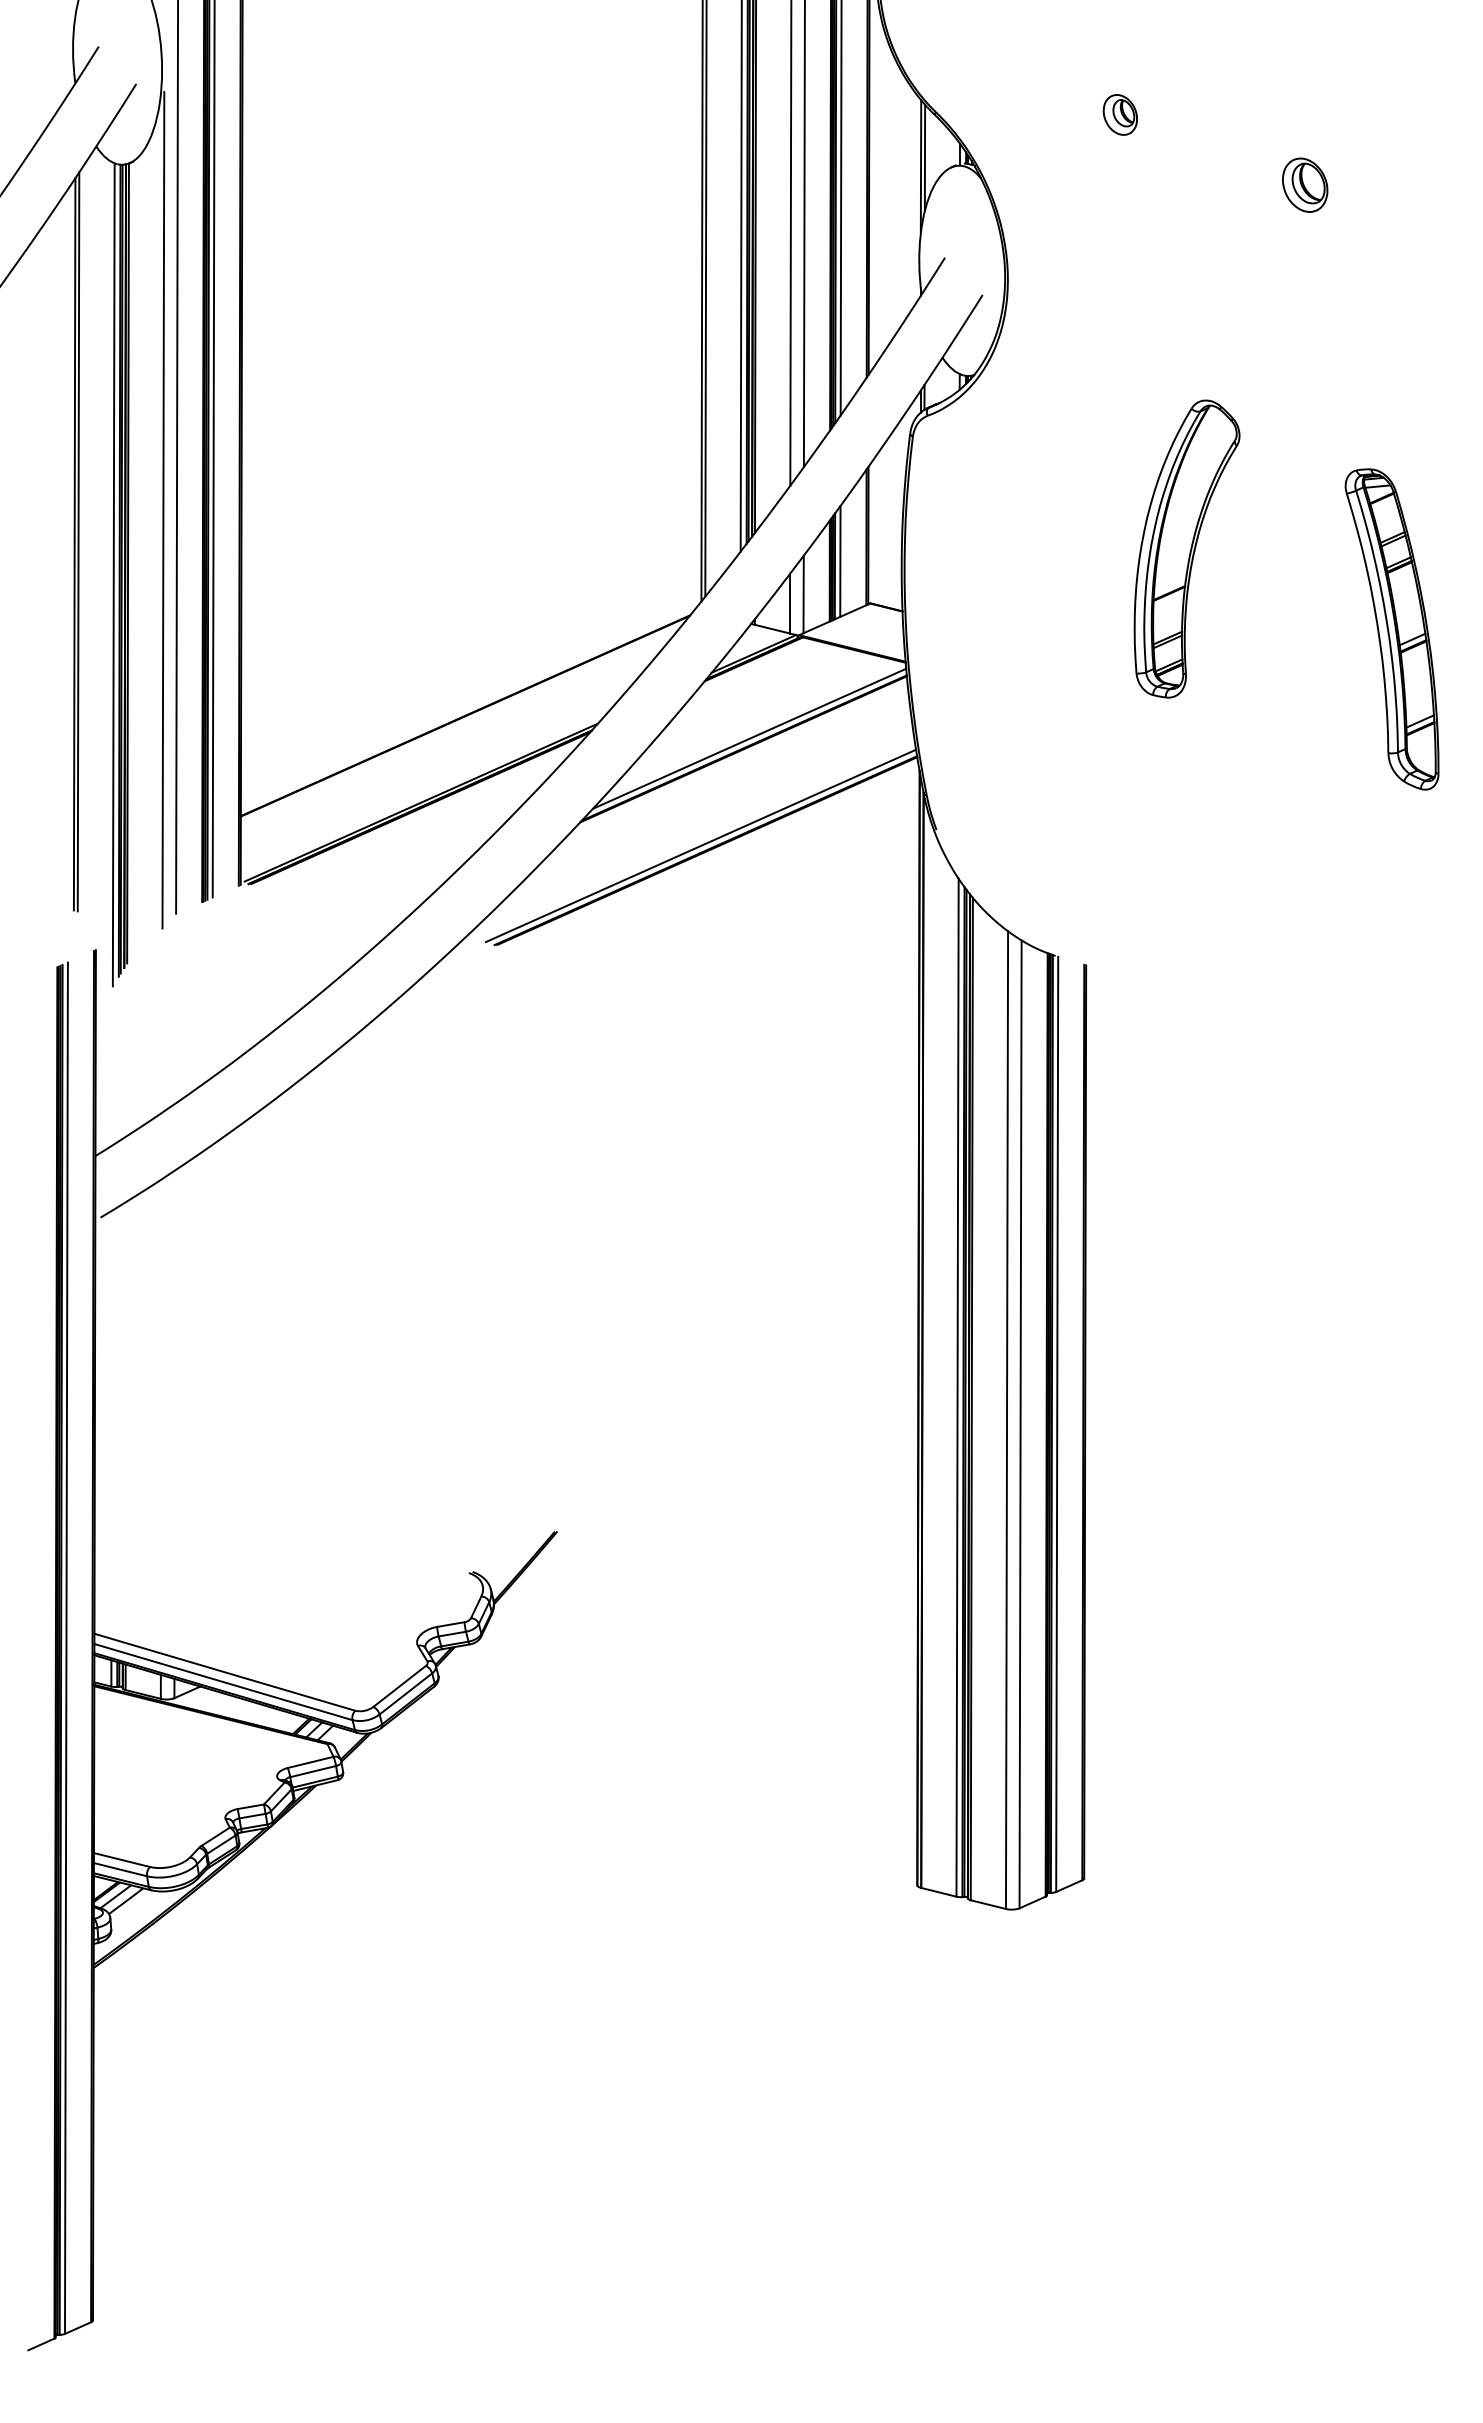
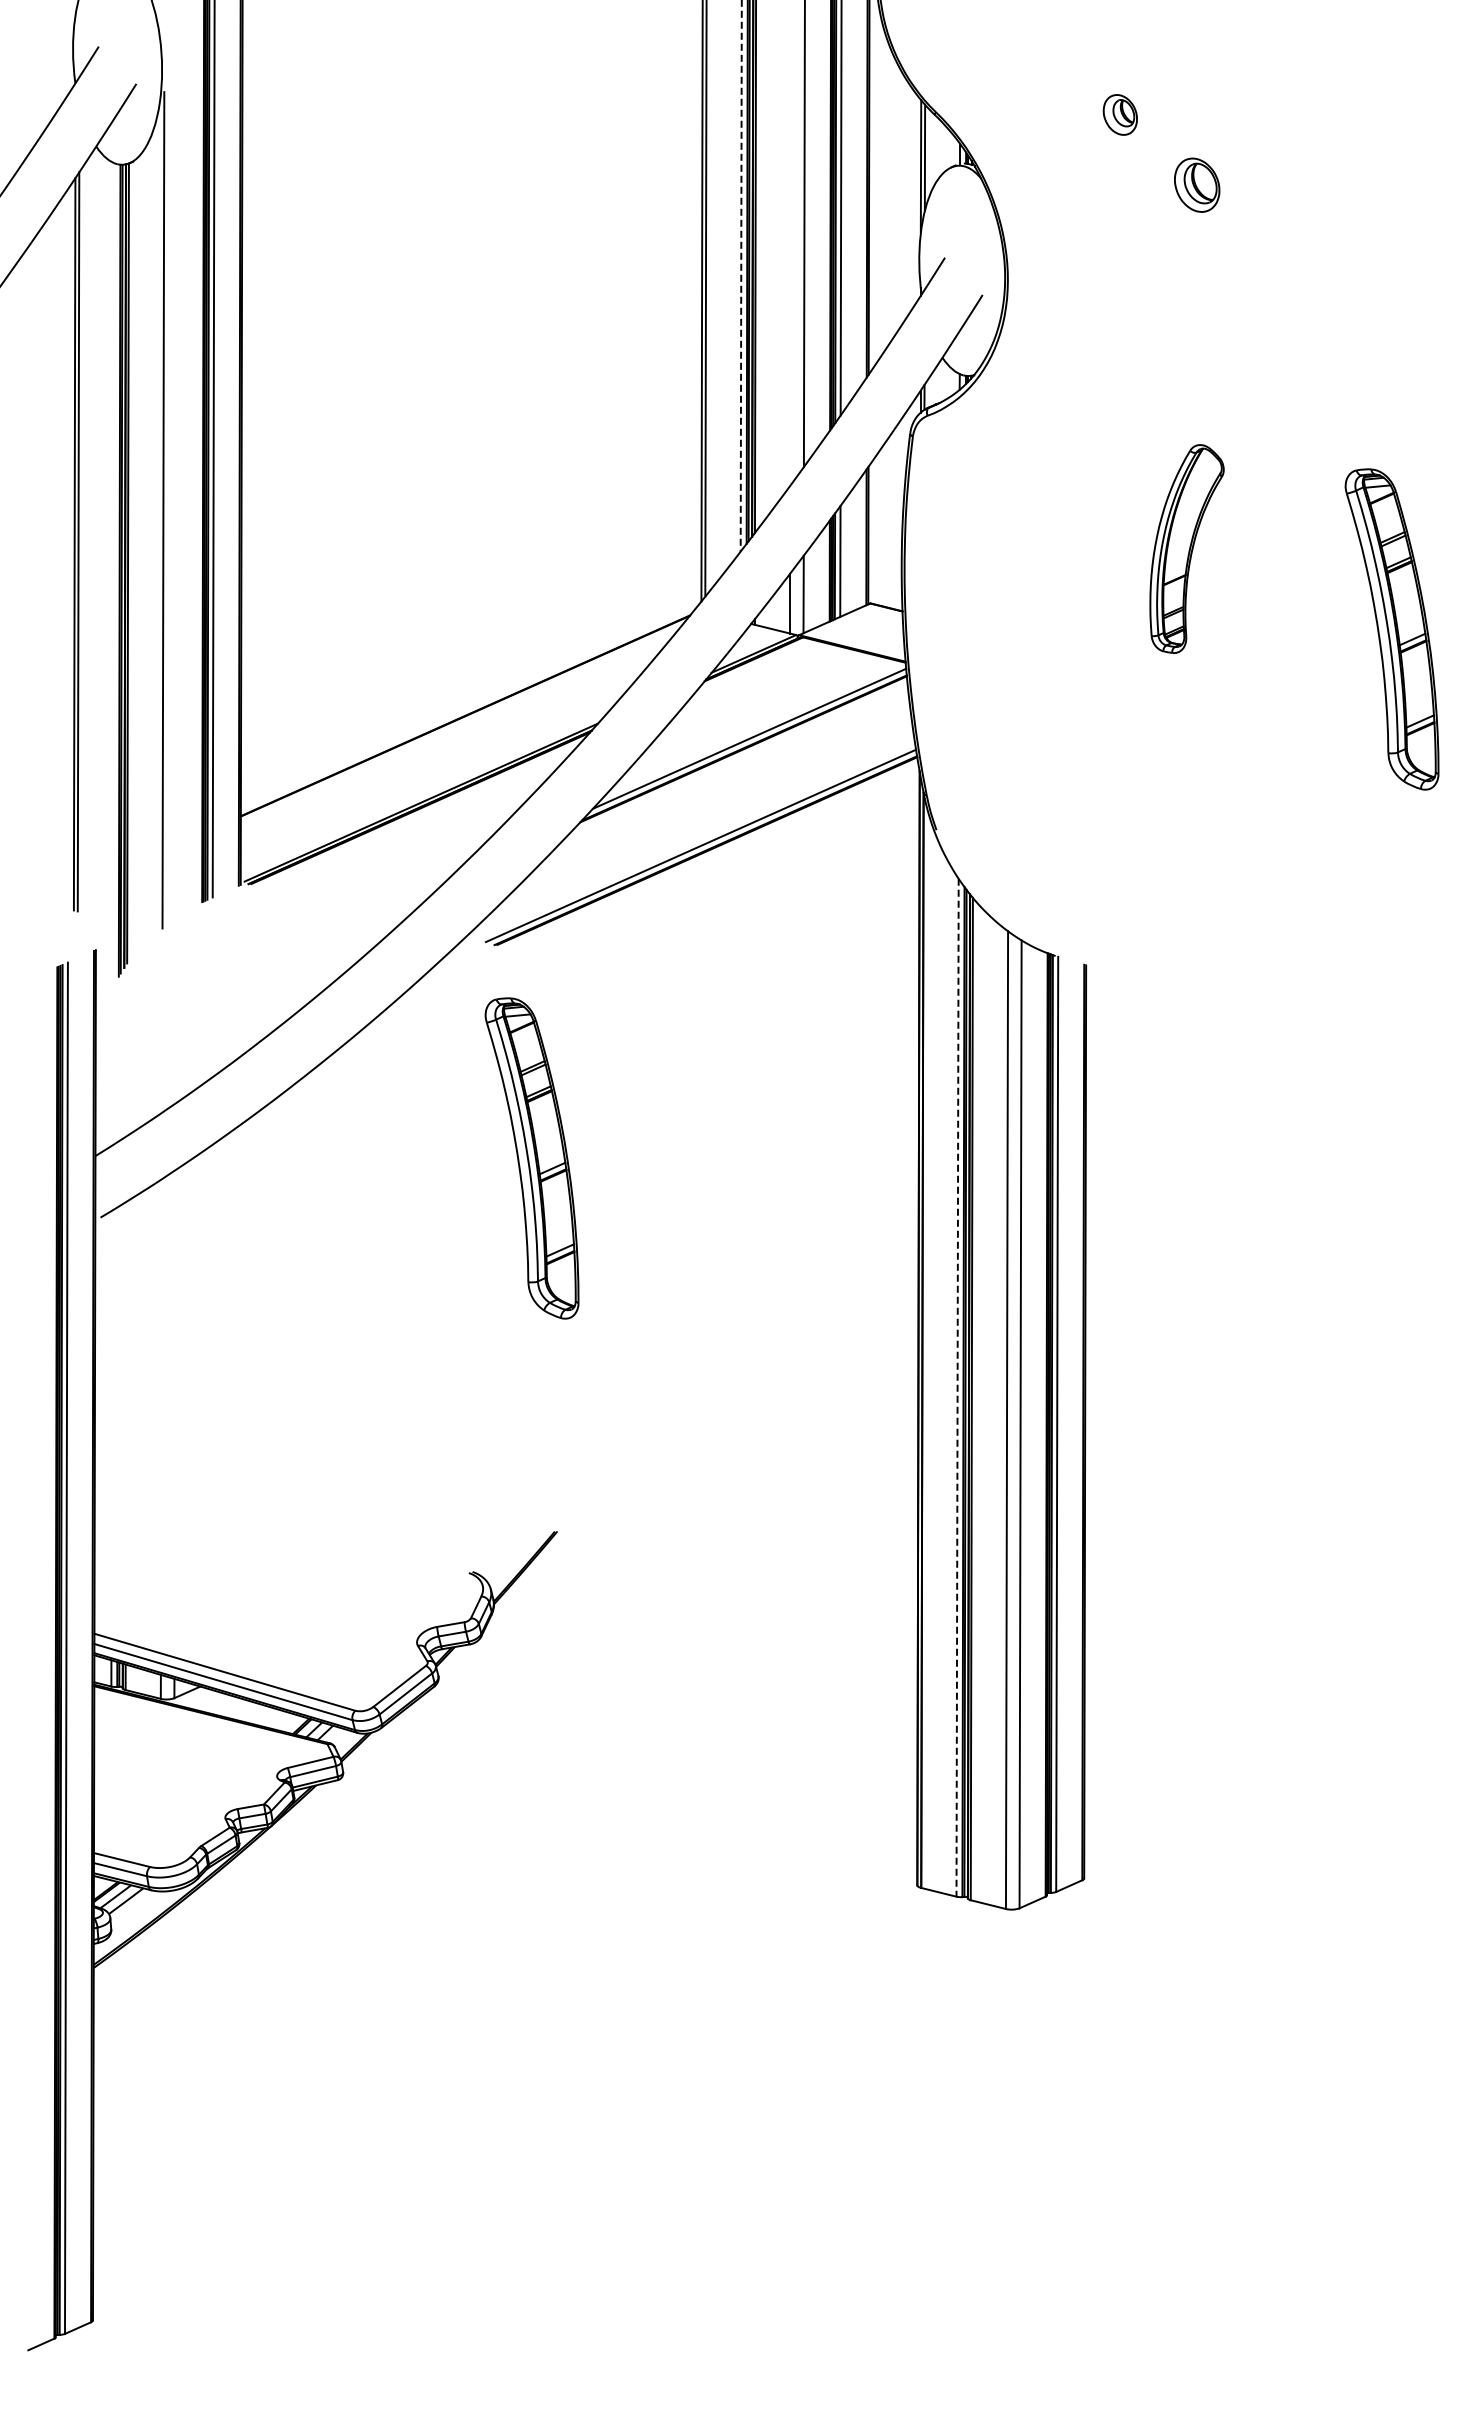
part at (1305, 184) position: (1305, 184) -> (1197, 184)
line at (790, 243): present -> none
line at (741, 276): solid -> dashed
line at (177, 457): present -> none
part at (1186, 548) size: 108x300 px -> 76x210 px
line at (113, 574): present -> none
part at (531, 1158): none -> present
line at (957, 1387): solid -> dashed
